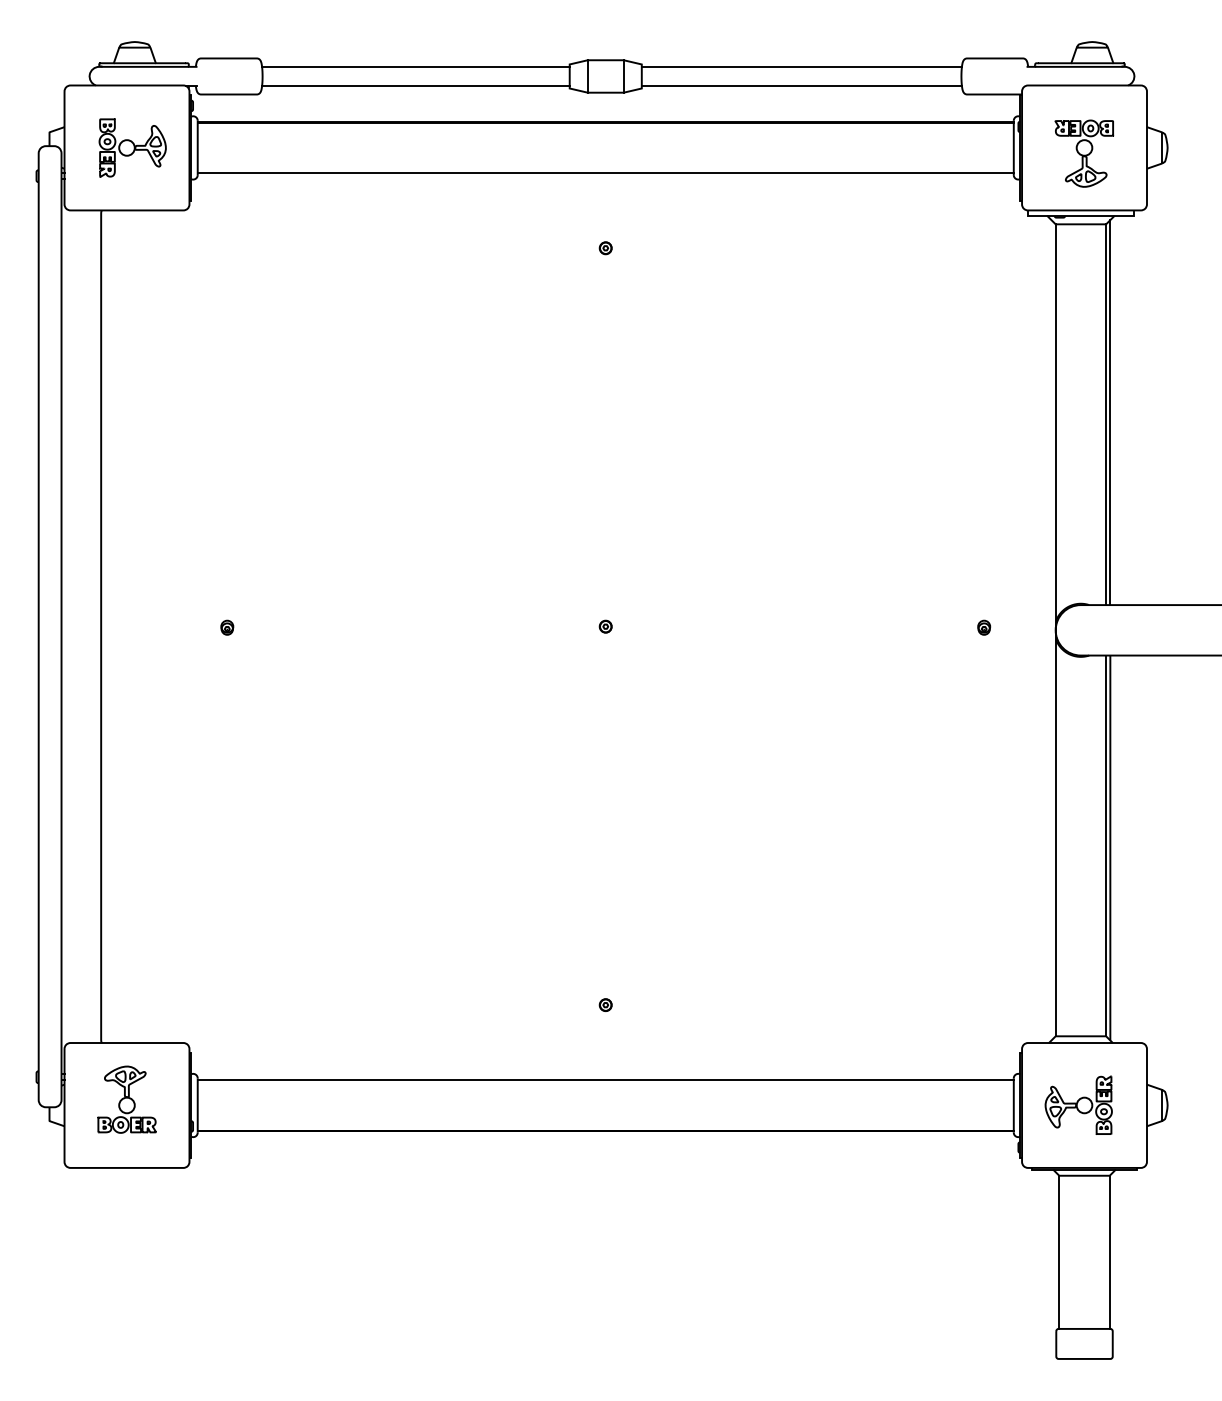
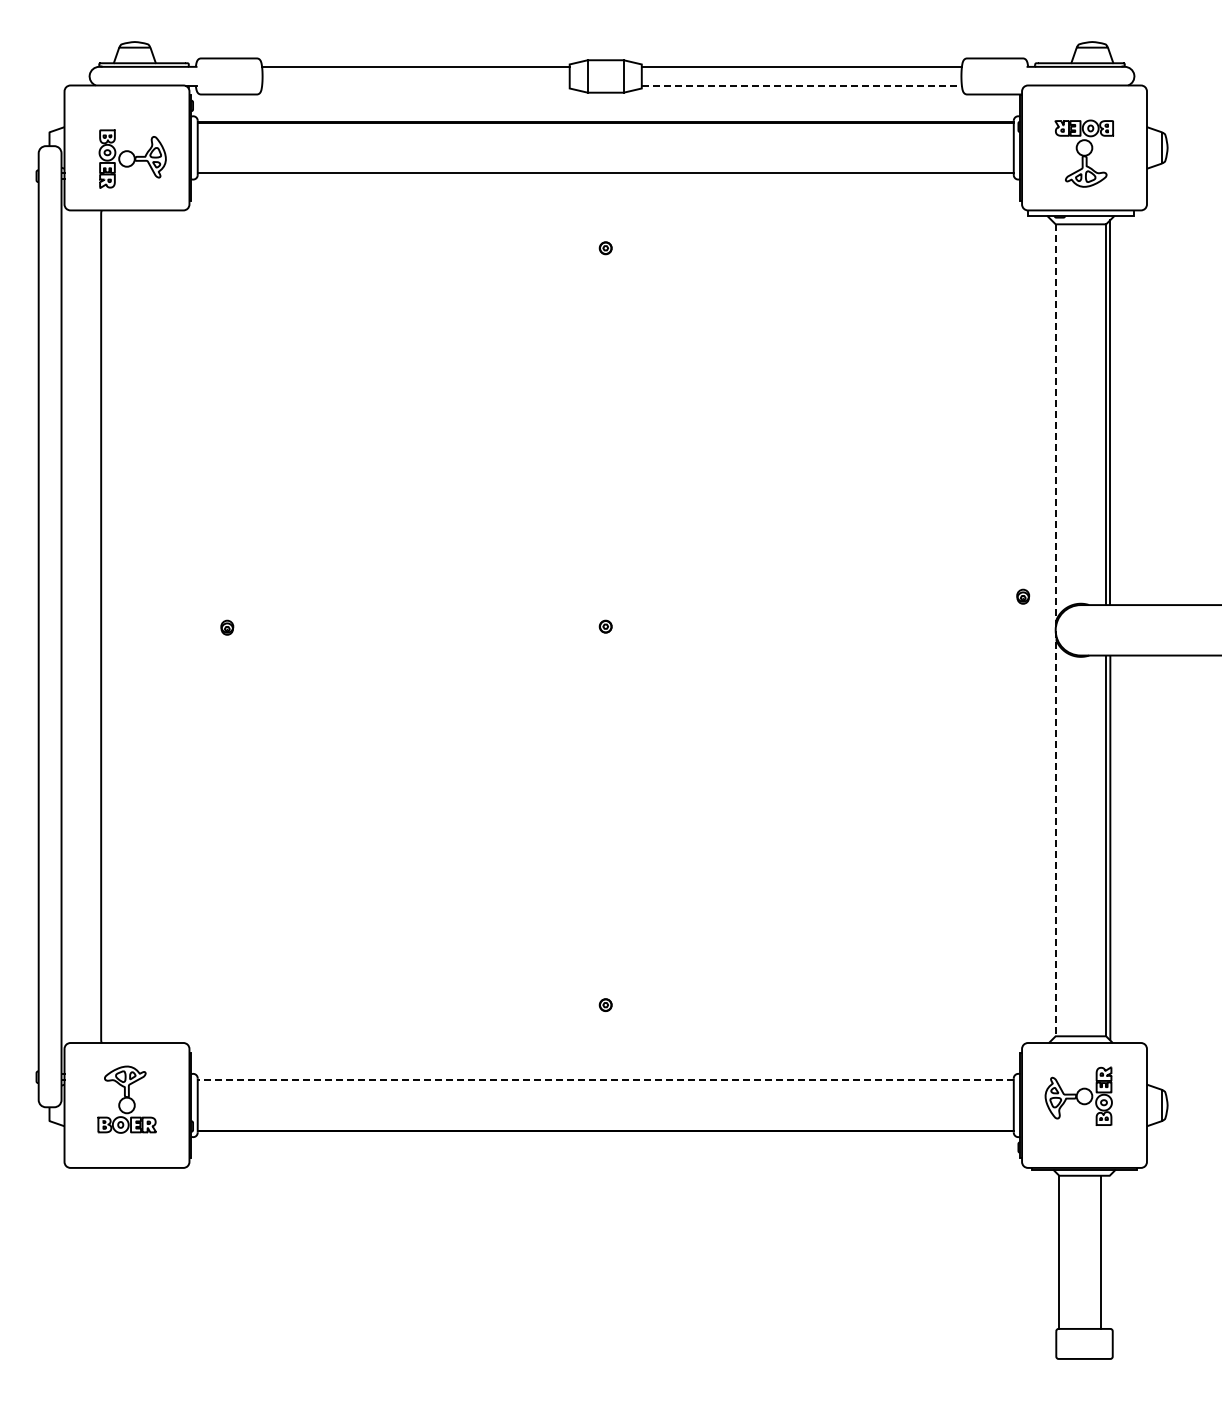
line at (415, 86): present -> none
line at (802, 86): solid -> dashed
part at (132, 147) position: (132, 147) -> (132, 158)
part at (984, 627) position: (984, 627) -> (1023, 596)
line at (1055, 630): solid -> dashed
line at (605, 1080): solid -> dashed
part at (1078, 1104) position: (1078, 1104) -> (1078, 1095)
line at (1109, 1251) position: (1109, 1251) -> (1100, 1251)
